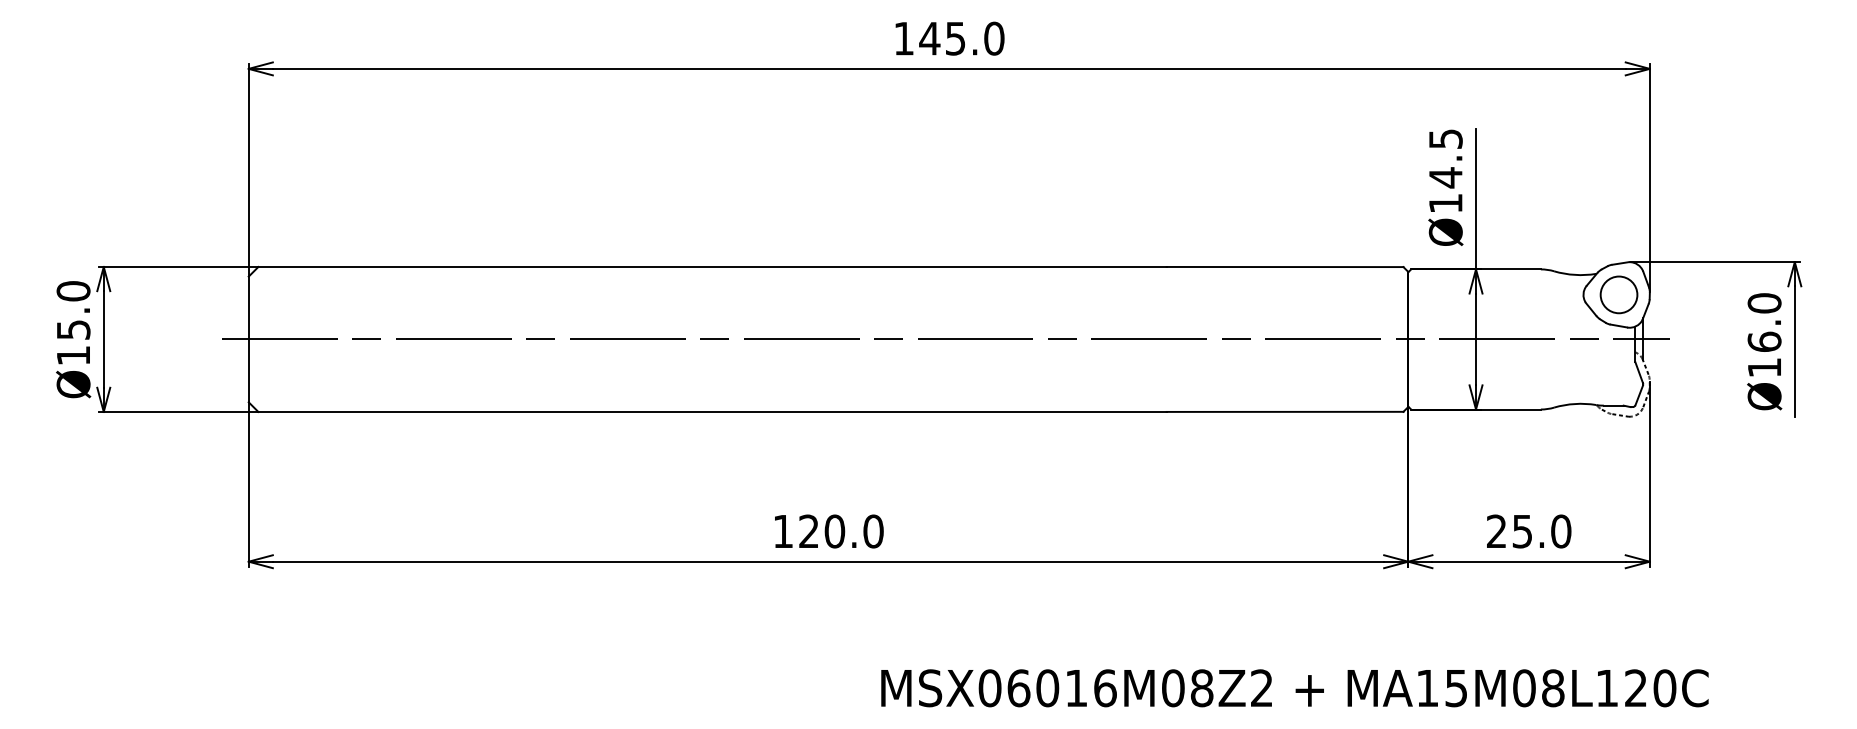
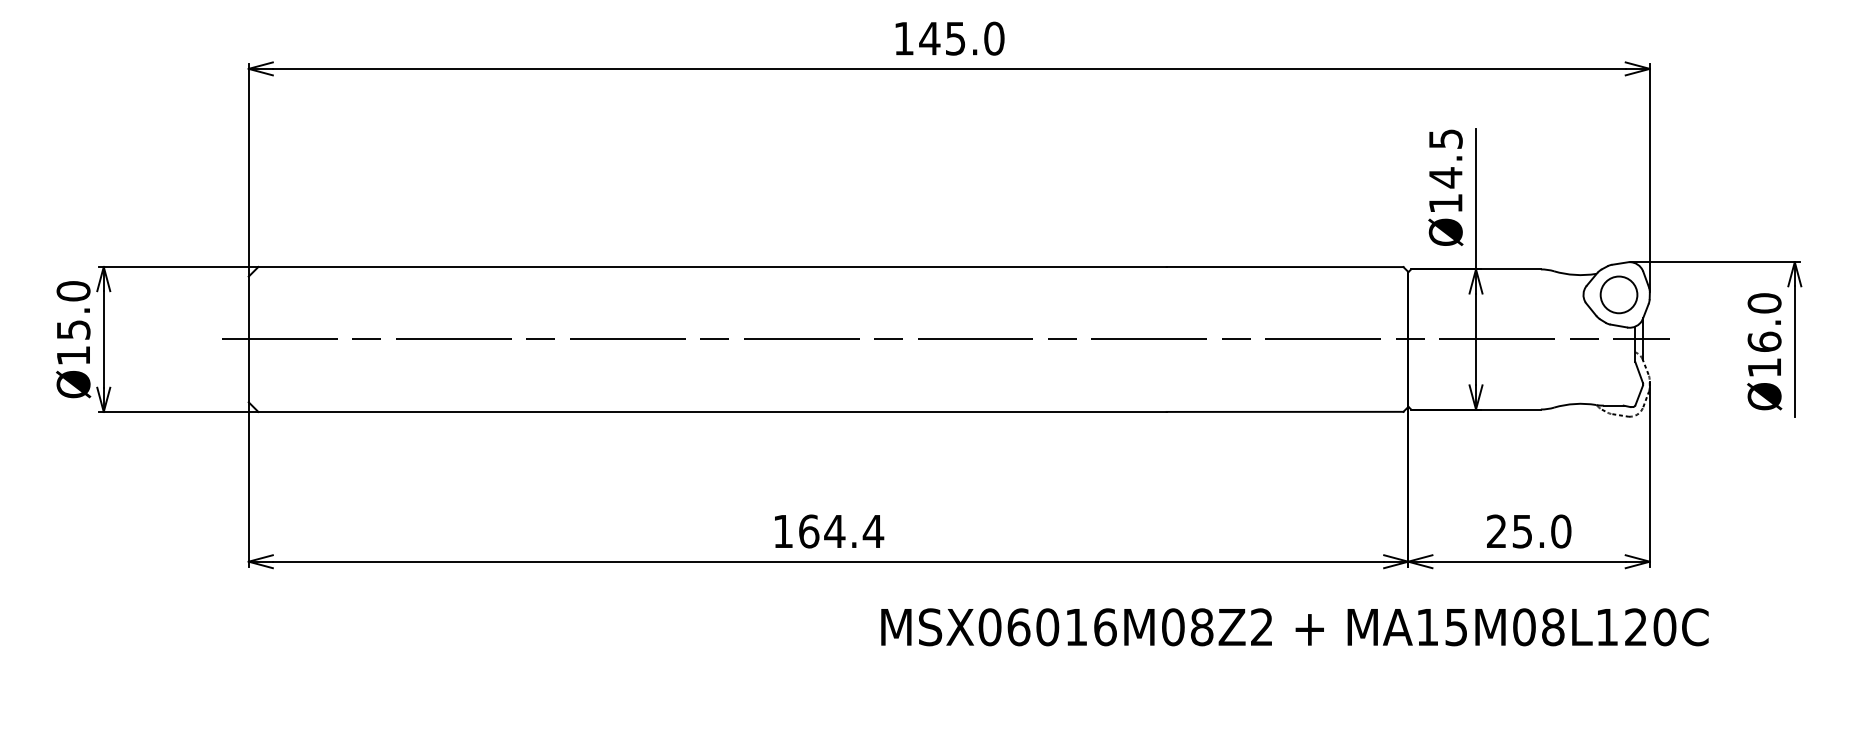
text at (841, 531): 120.0 -> 164.4
text at (1294, 688) position: (1294, 688) -> (1294, 627)
